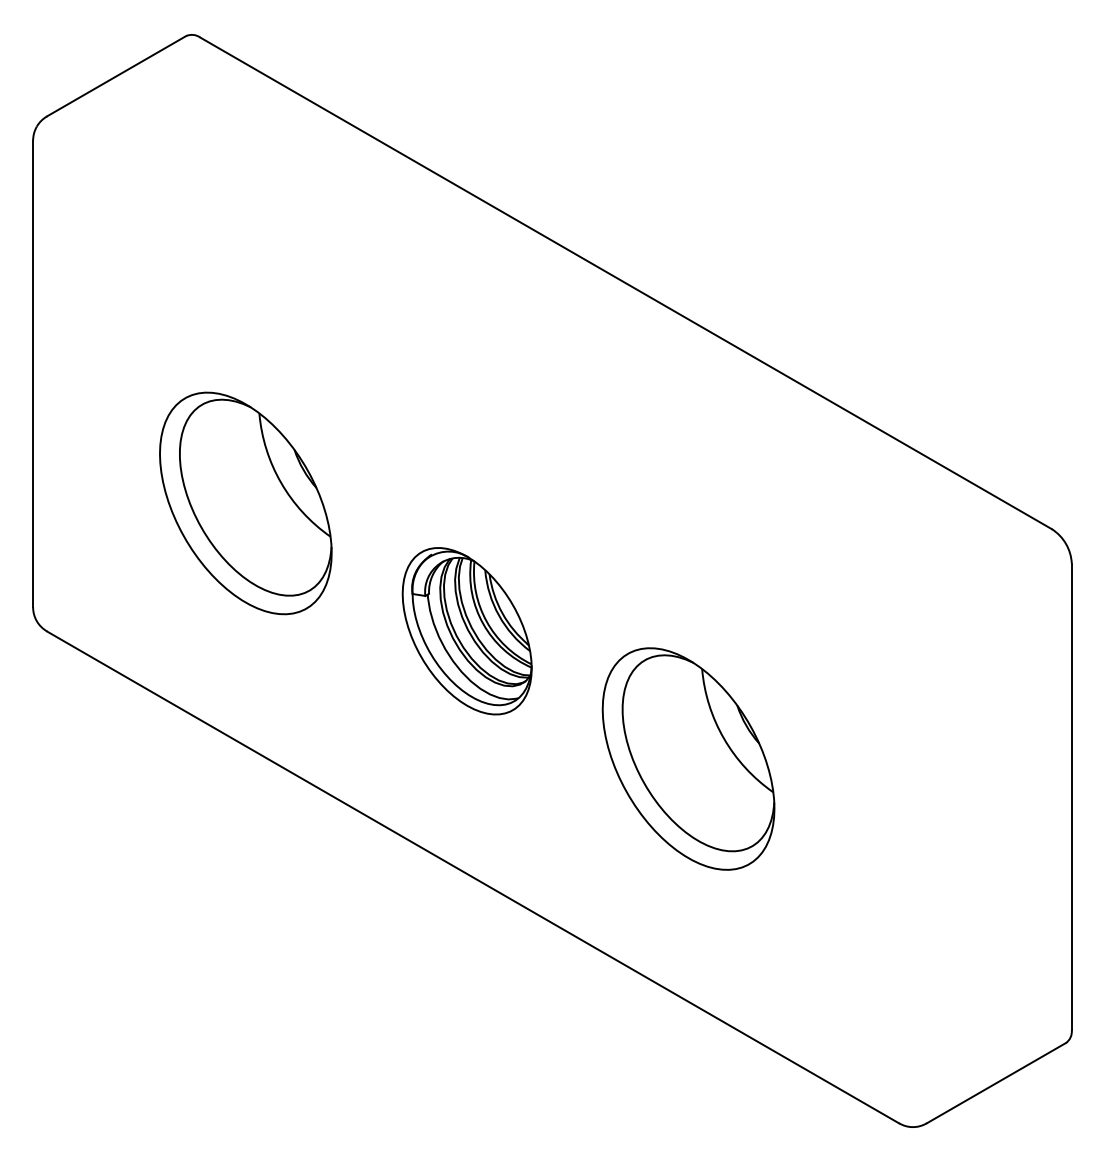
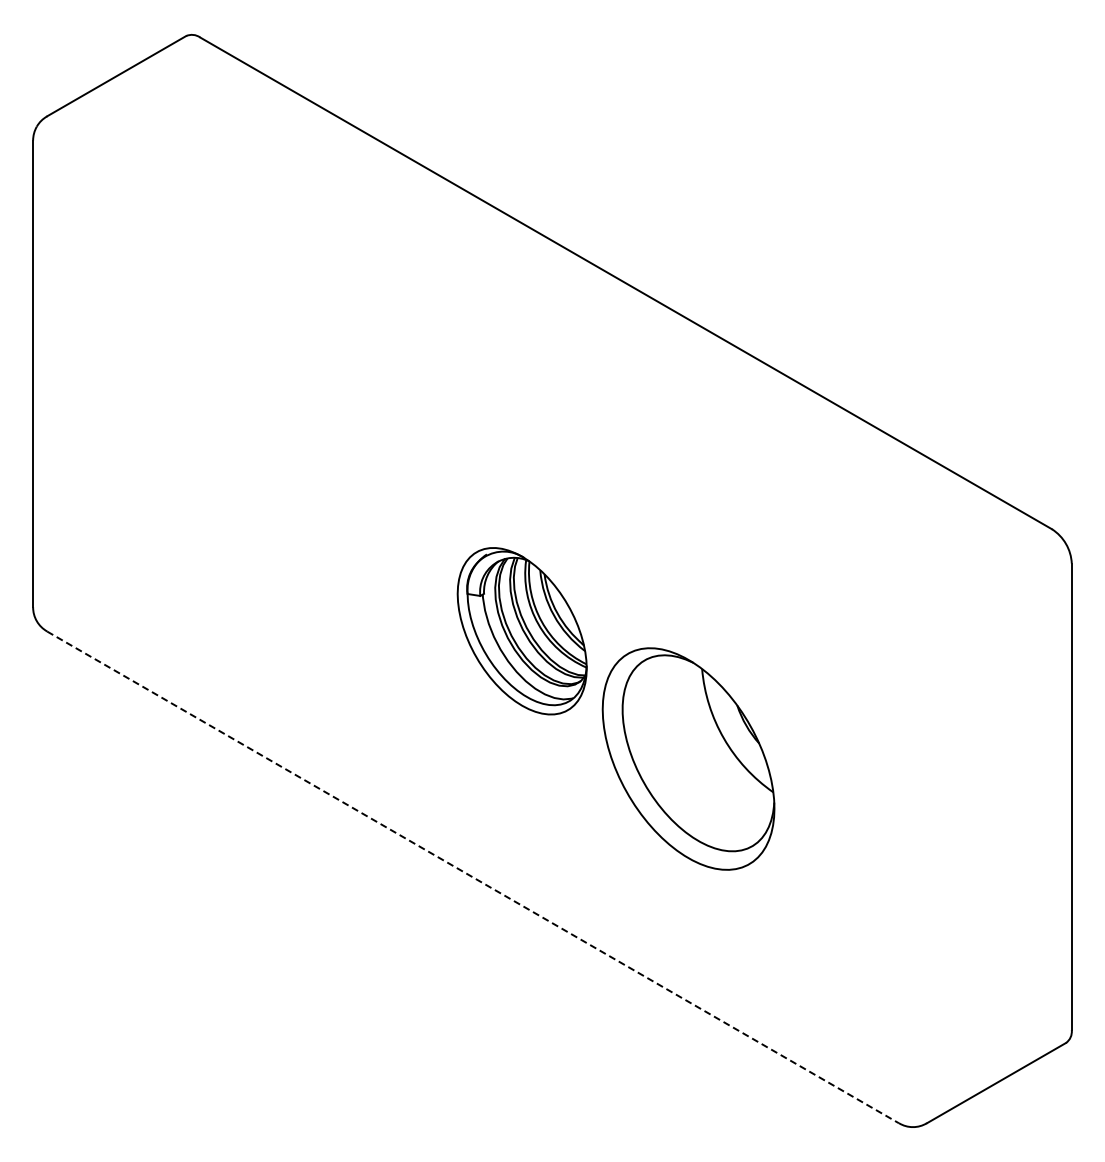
part at (245, 503): present -> none
part at (466, 631) position: (466, 631) -> (521, 631)
line at (473, 877): solid -> dashed
